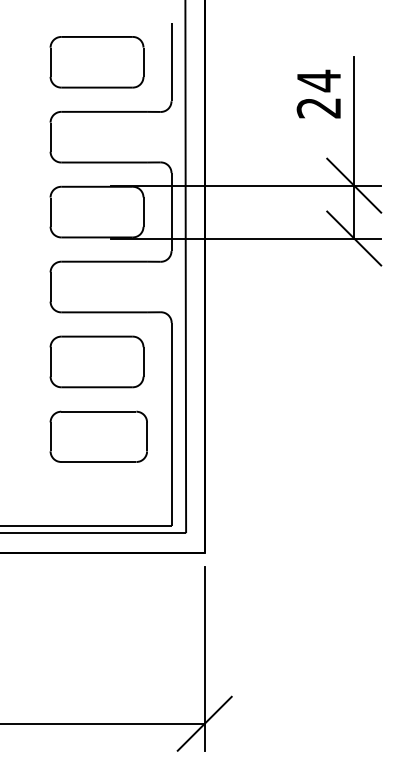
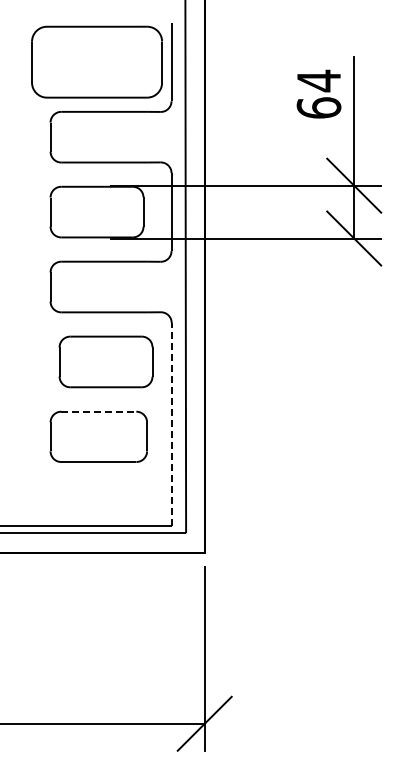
part at (96, 62) size: 96x53 px -> 132x74 px
text at (318, 107): 24 -> 64
part at (96, 361) position: (96, 361) -> (105, 361)
line at (98, 411): solid -> dashed
line at (171, 424): solid -> dashed
